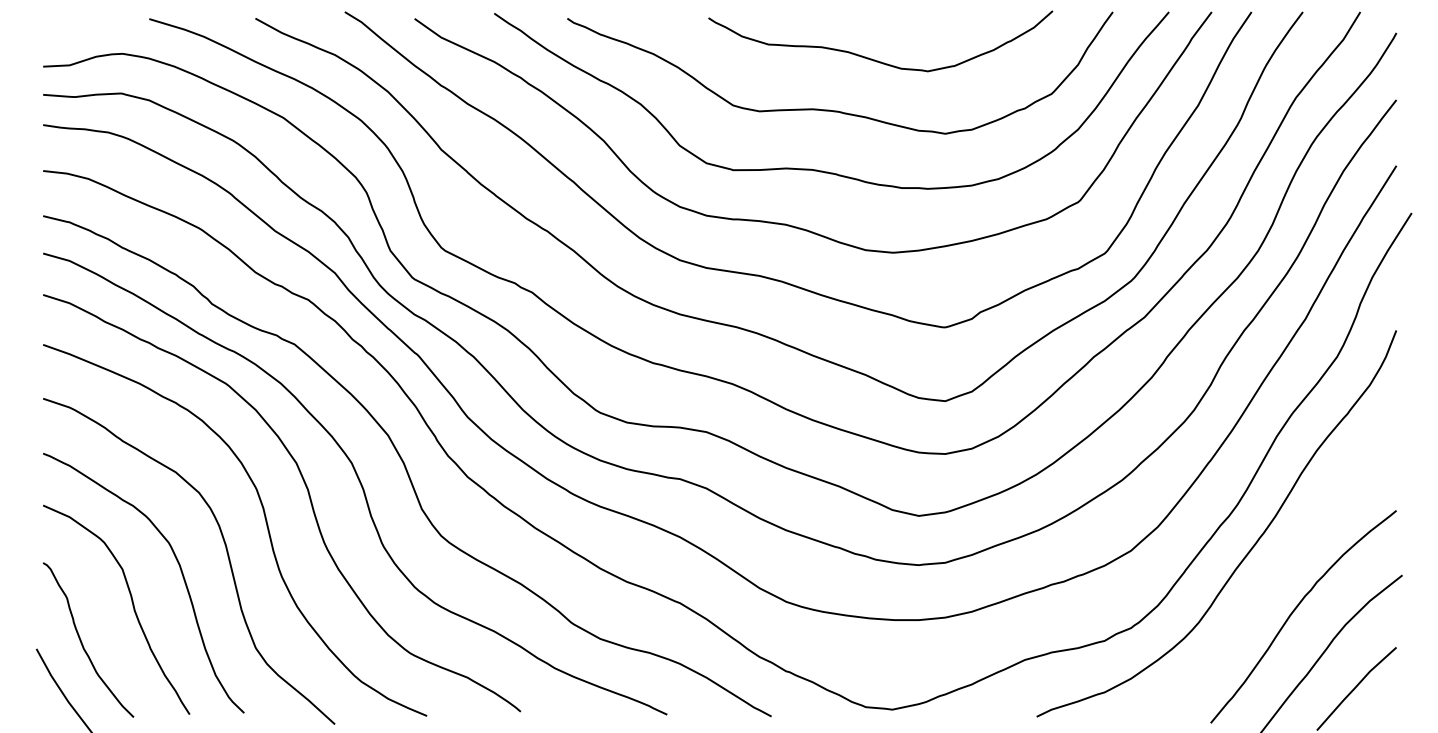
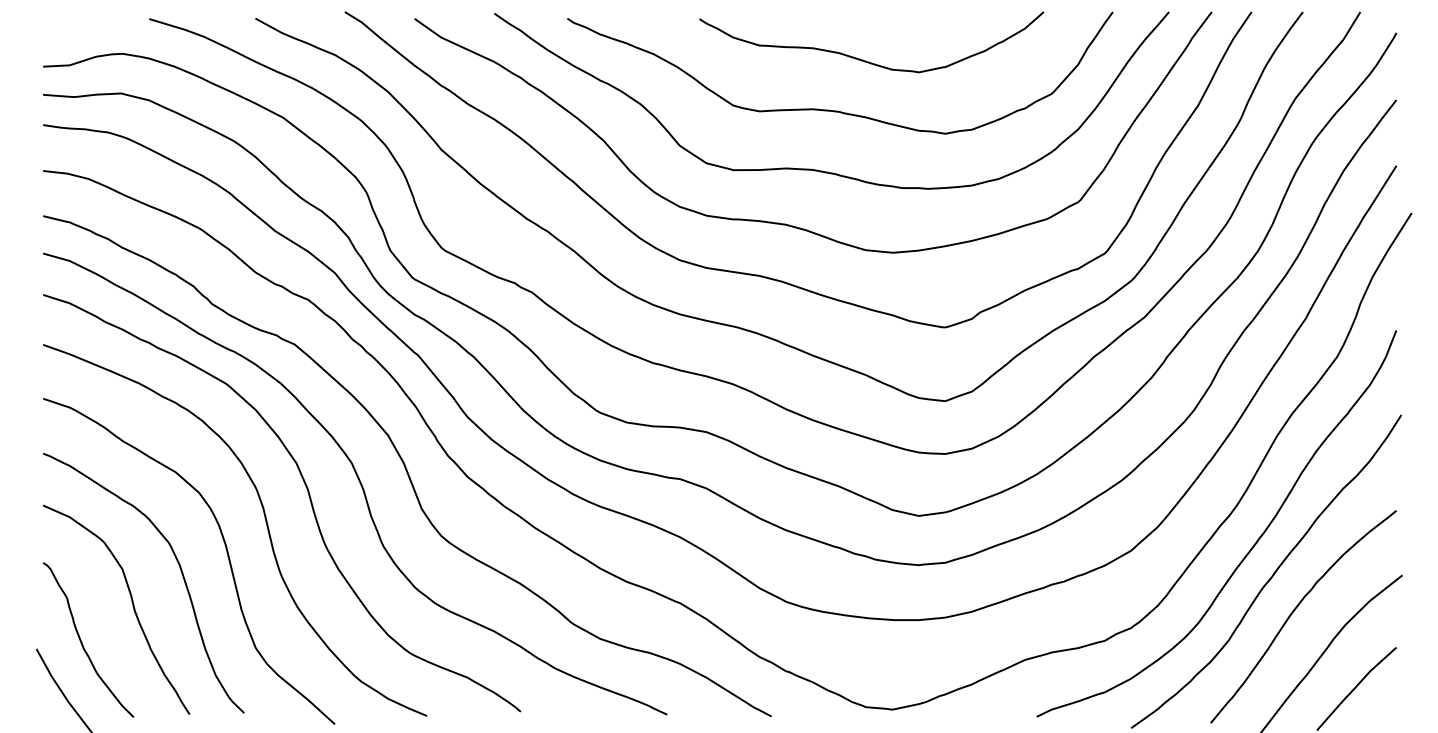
curve at (875, 59) position: (875, 59) -> (866, 60)
curve at (1271, 575): none -> present
